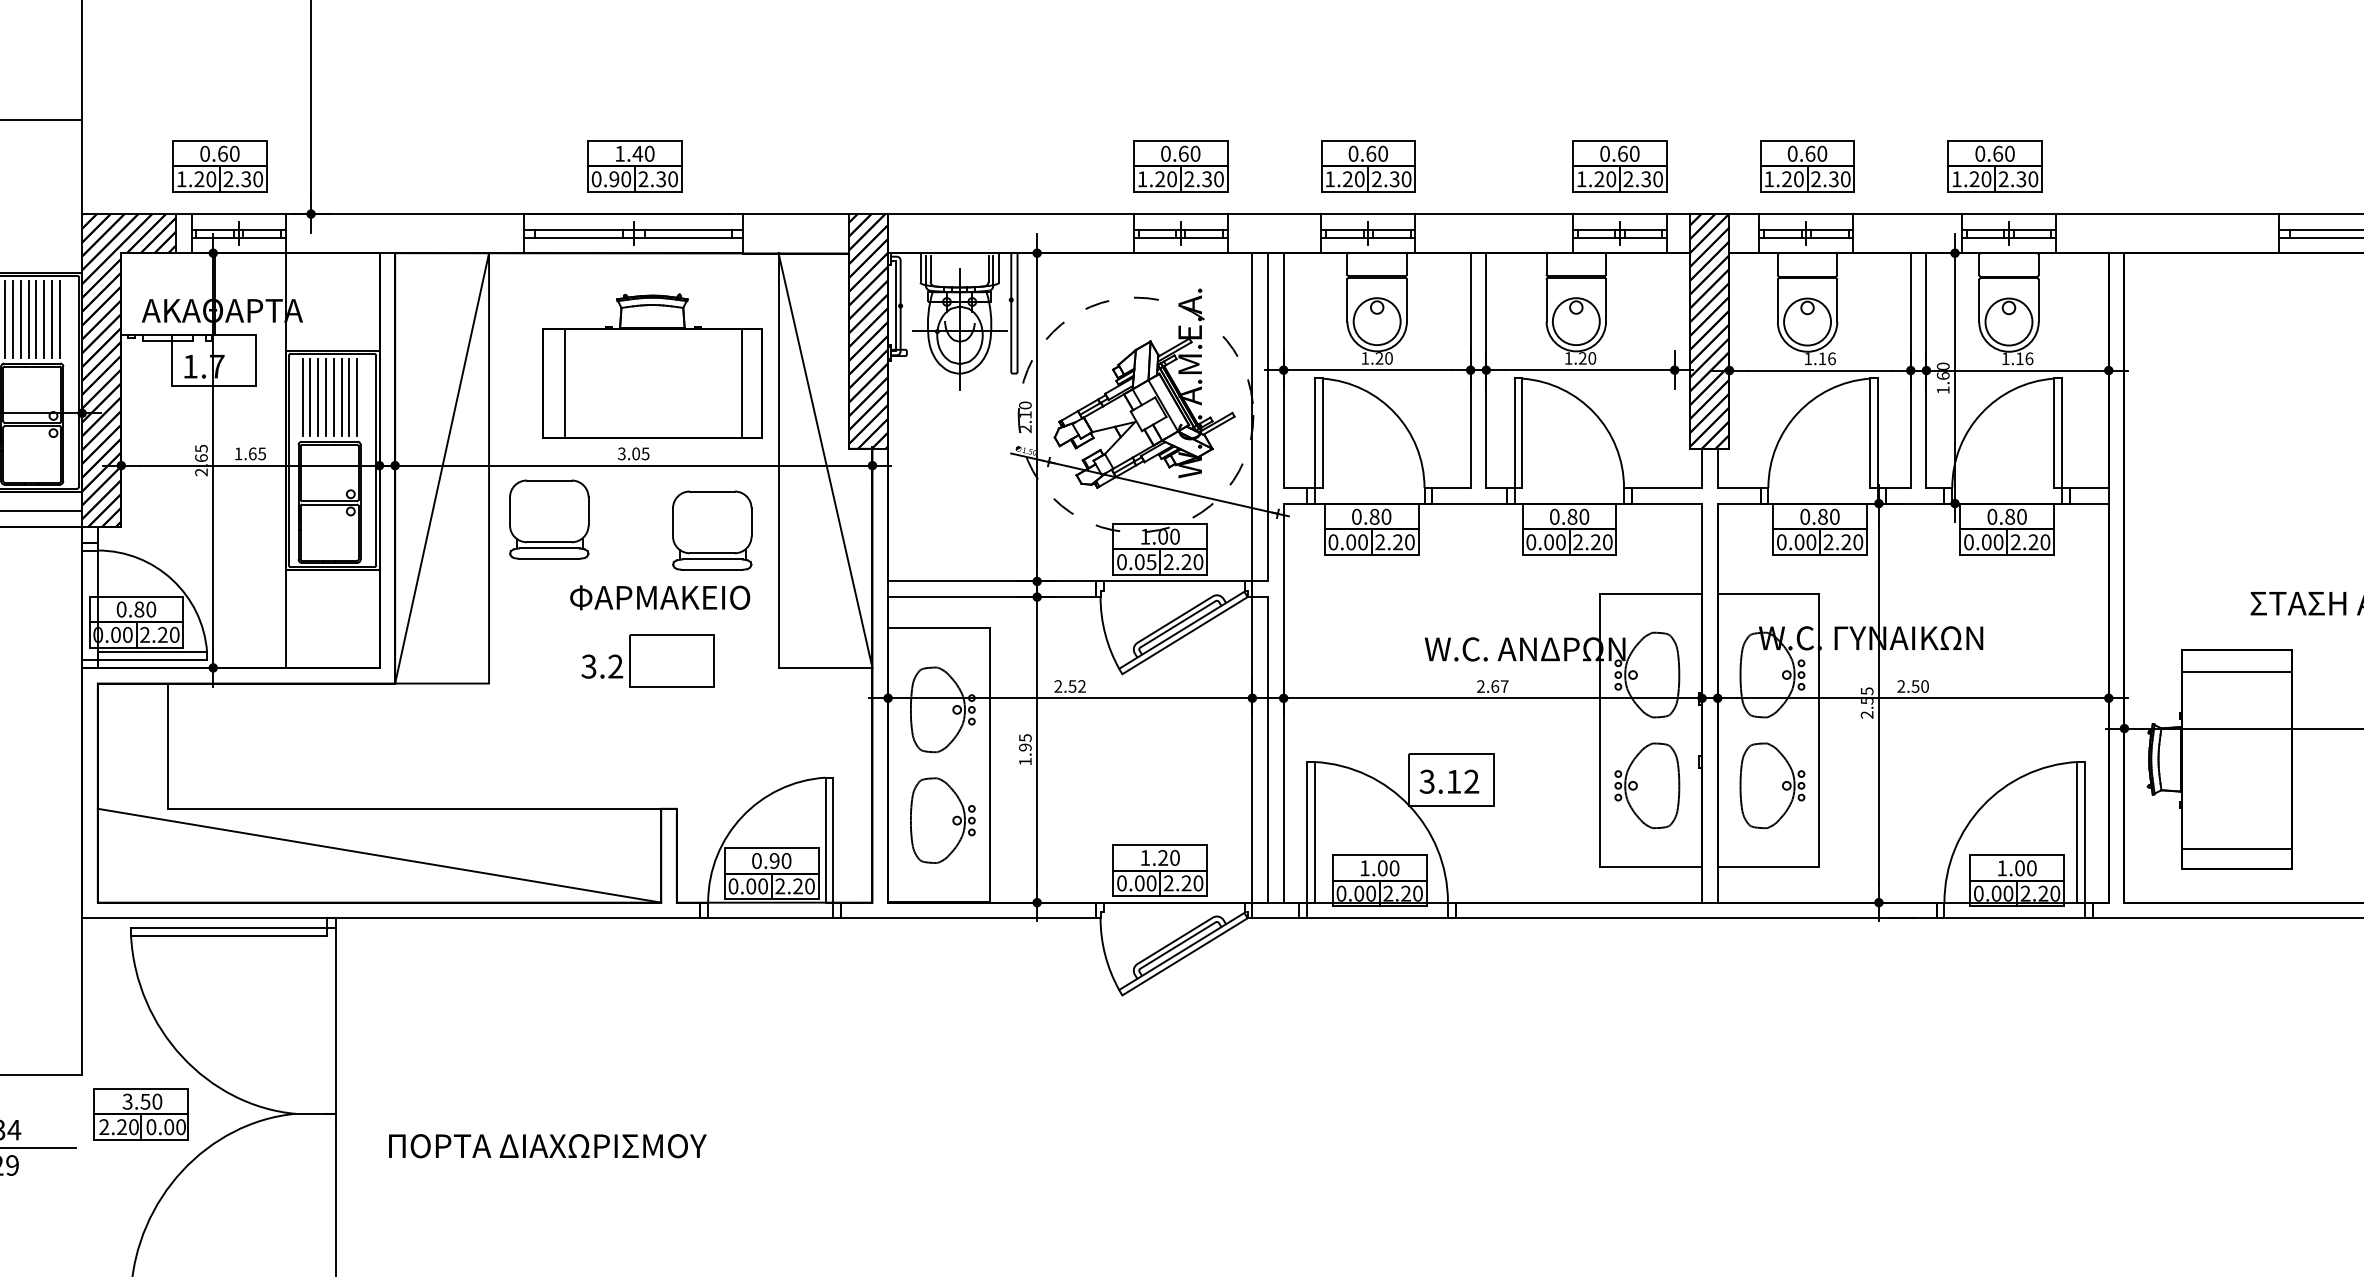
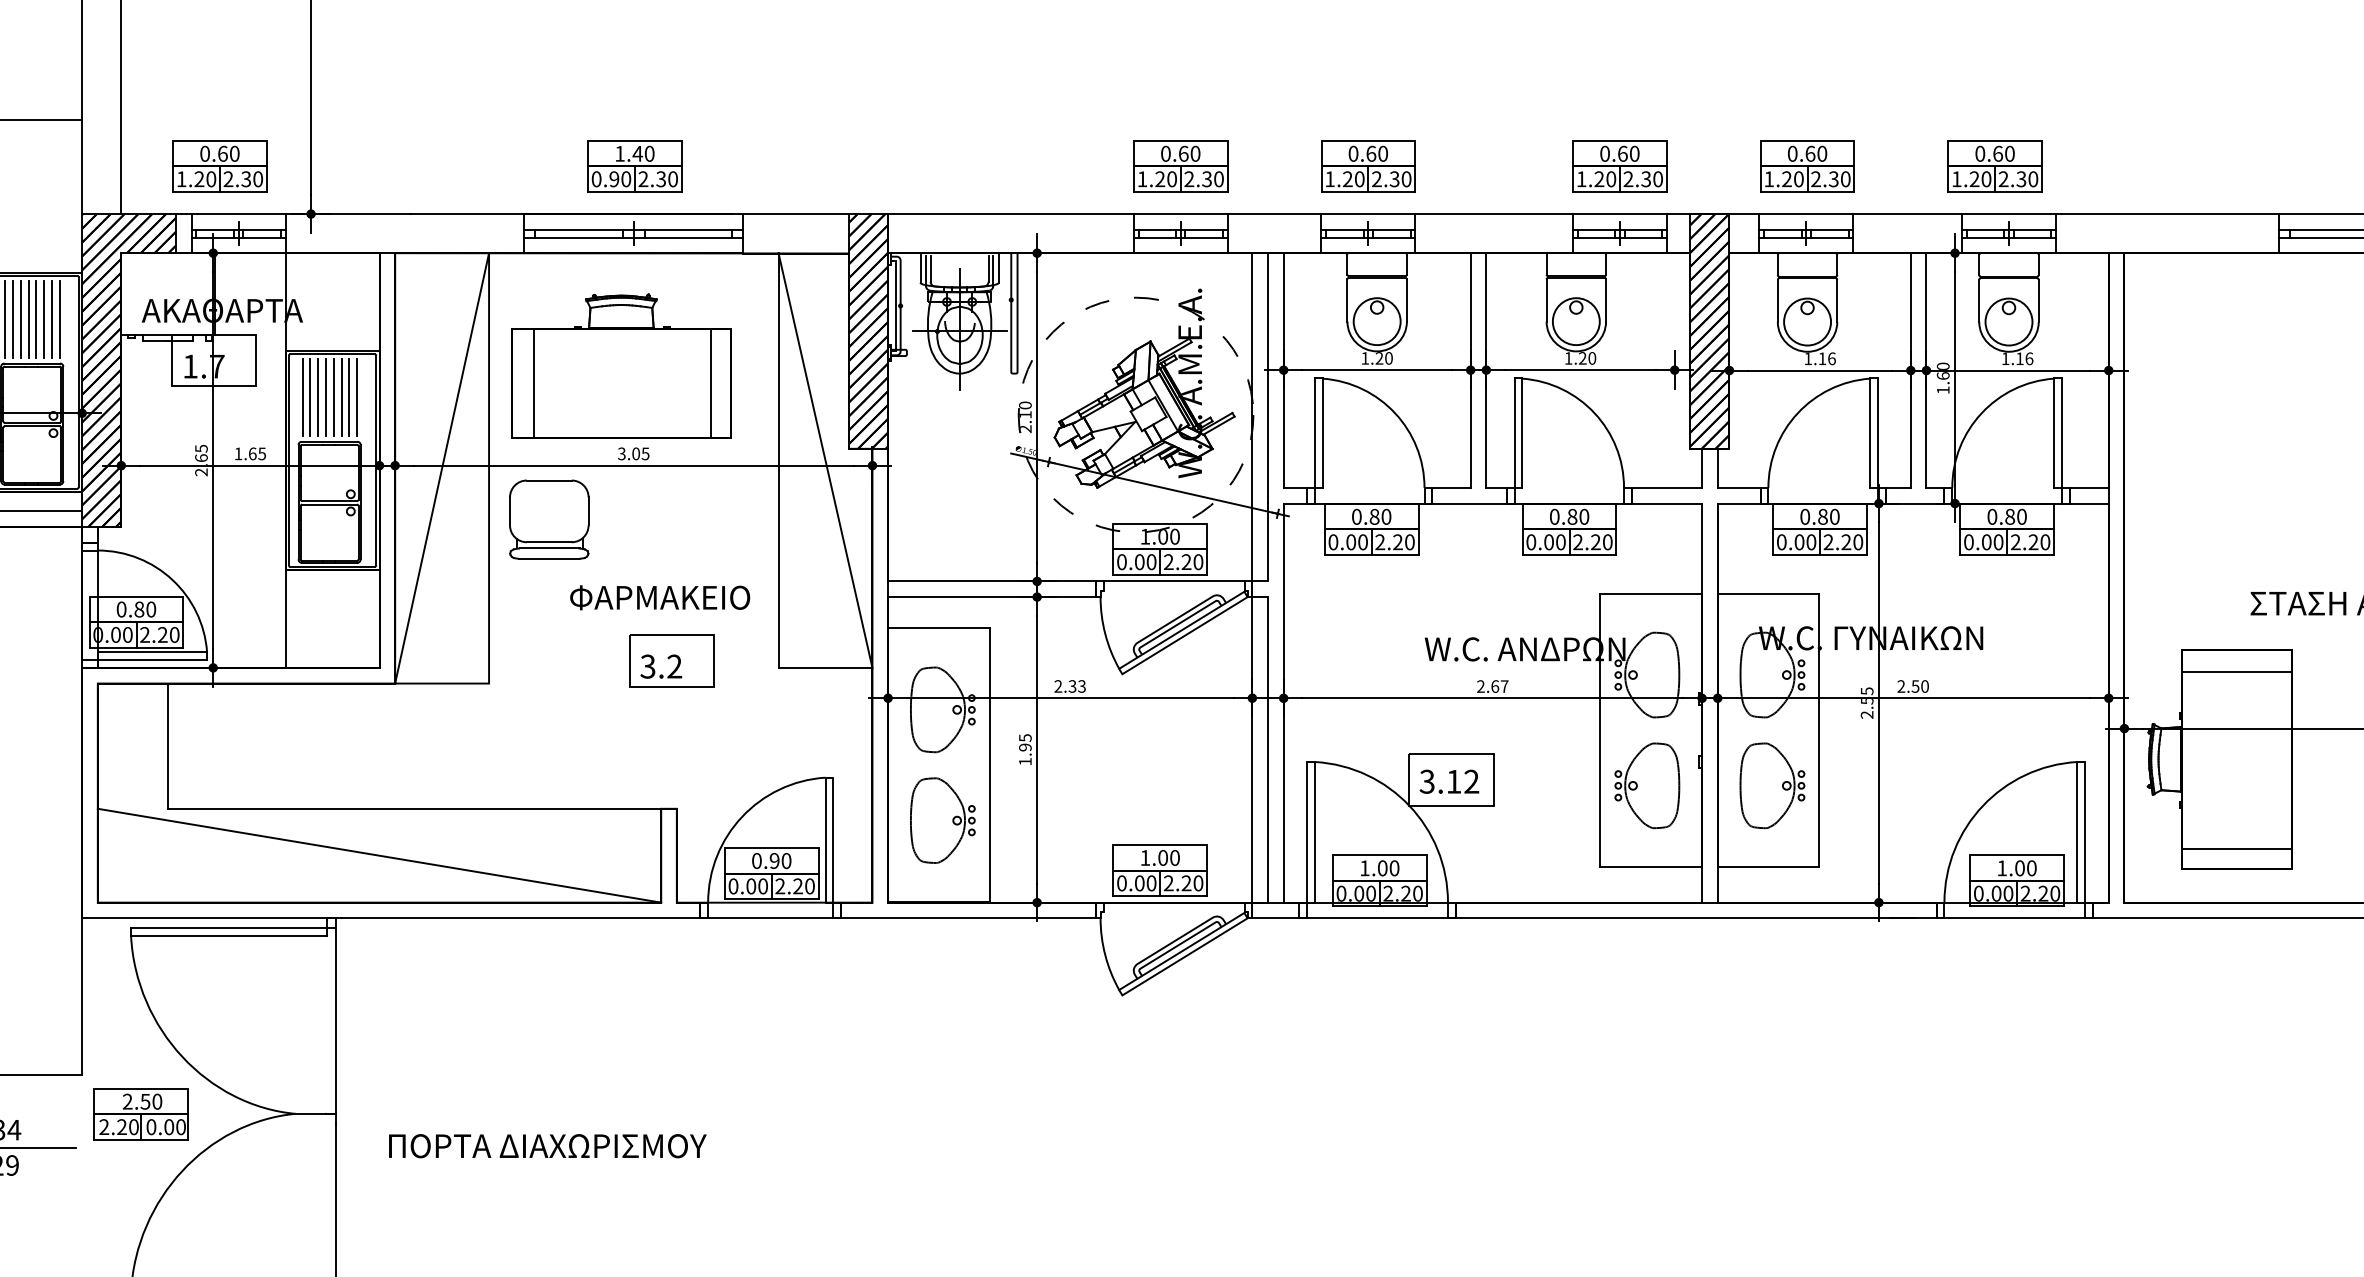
line at (121, 108): none -> present
part at (652, 365) position: (652, 365) -> (621, 365)
part at (712, 530): present -> none
text at (1151, 562): 0.05 -> 0.00
text at (602, 666) position: (602, 666) -> (661, 666)
text at (1077, 686): 2.52 -> 2.33
text at (1163, 857): 1.20 -> 1.00
text at (127, 1101): 3.50 -> 2.50
